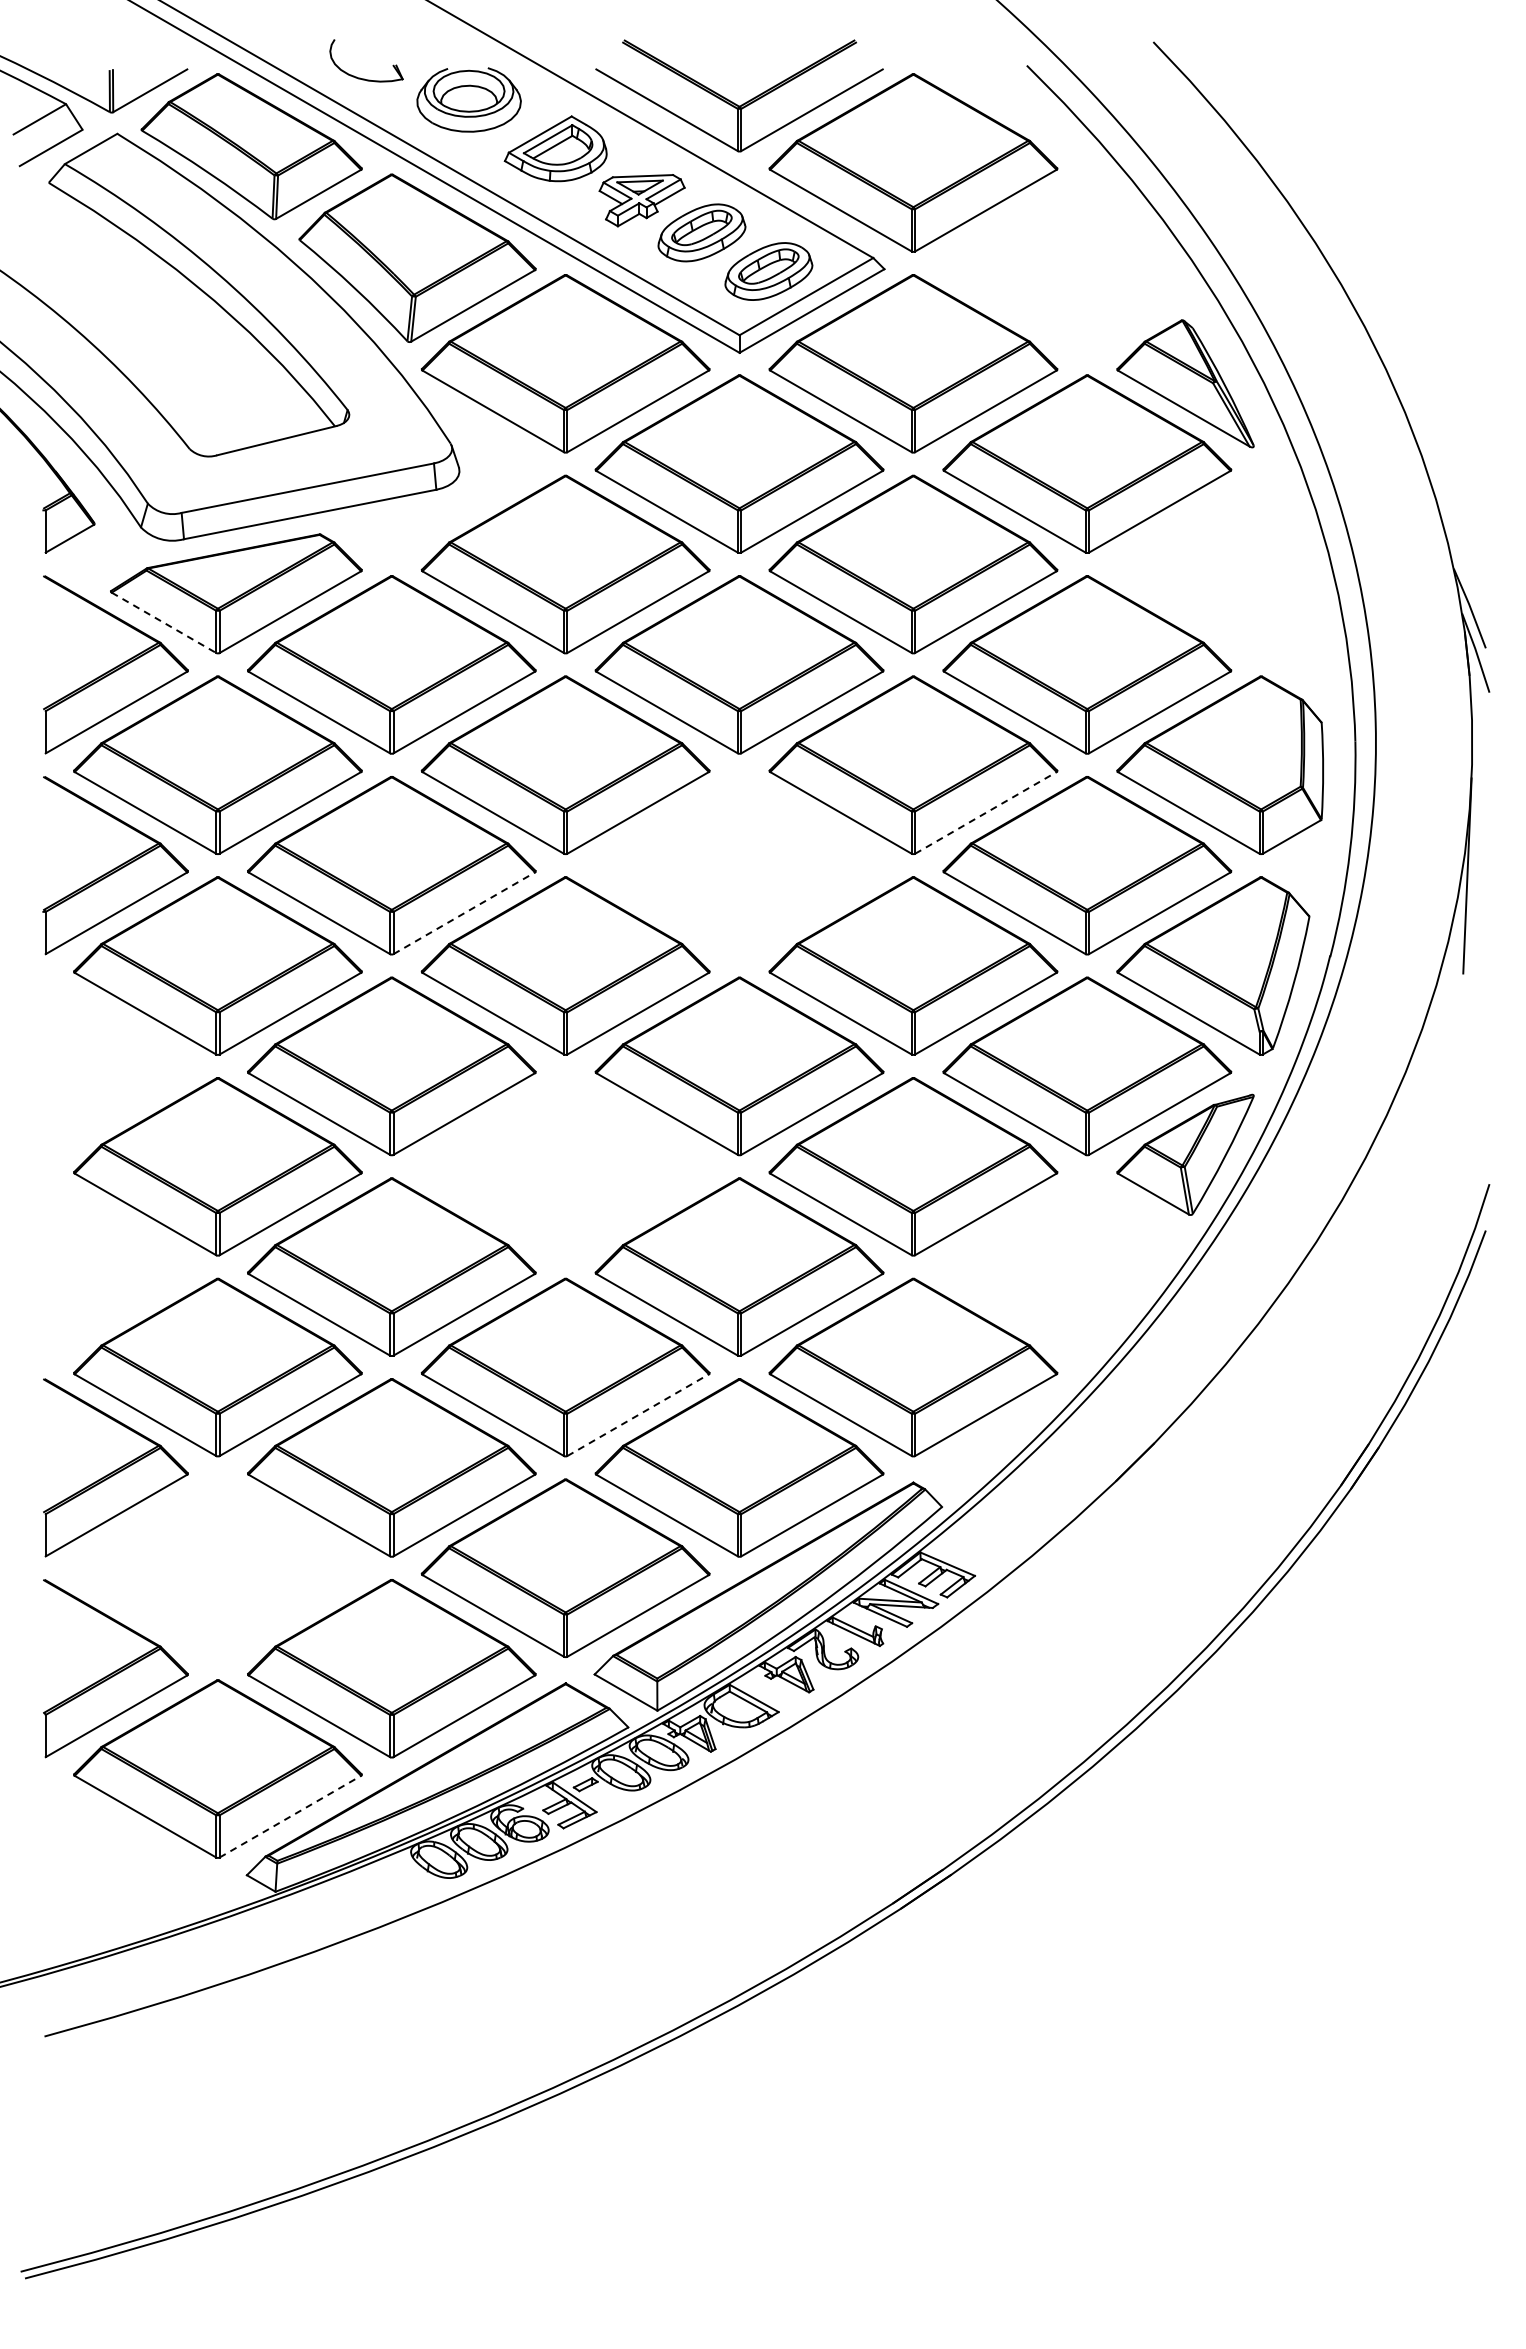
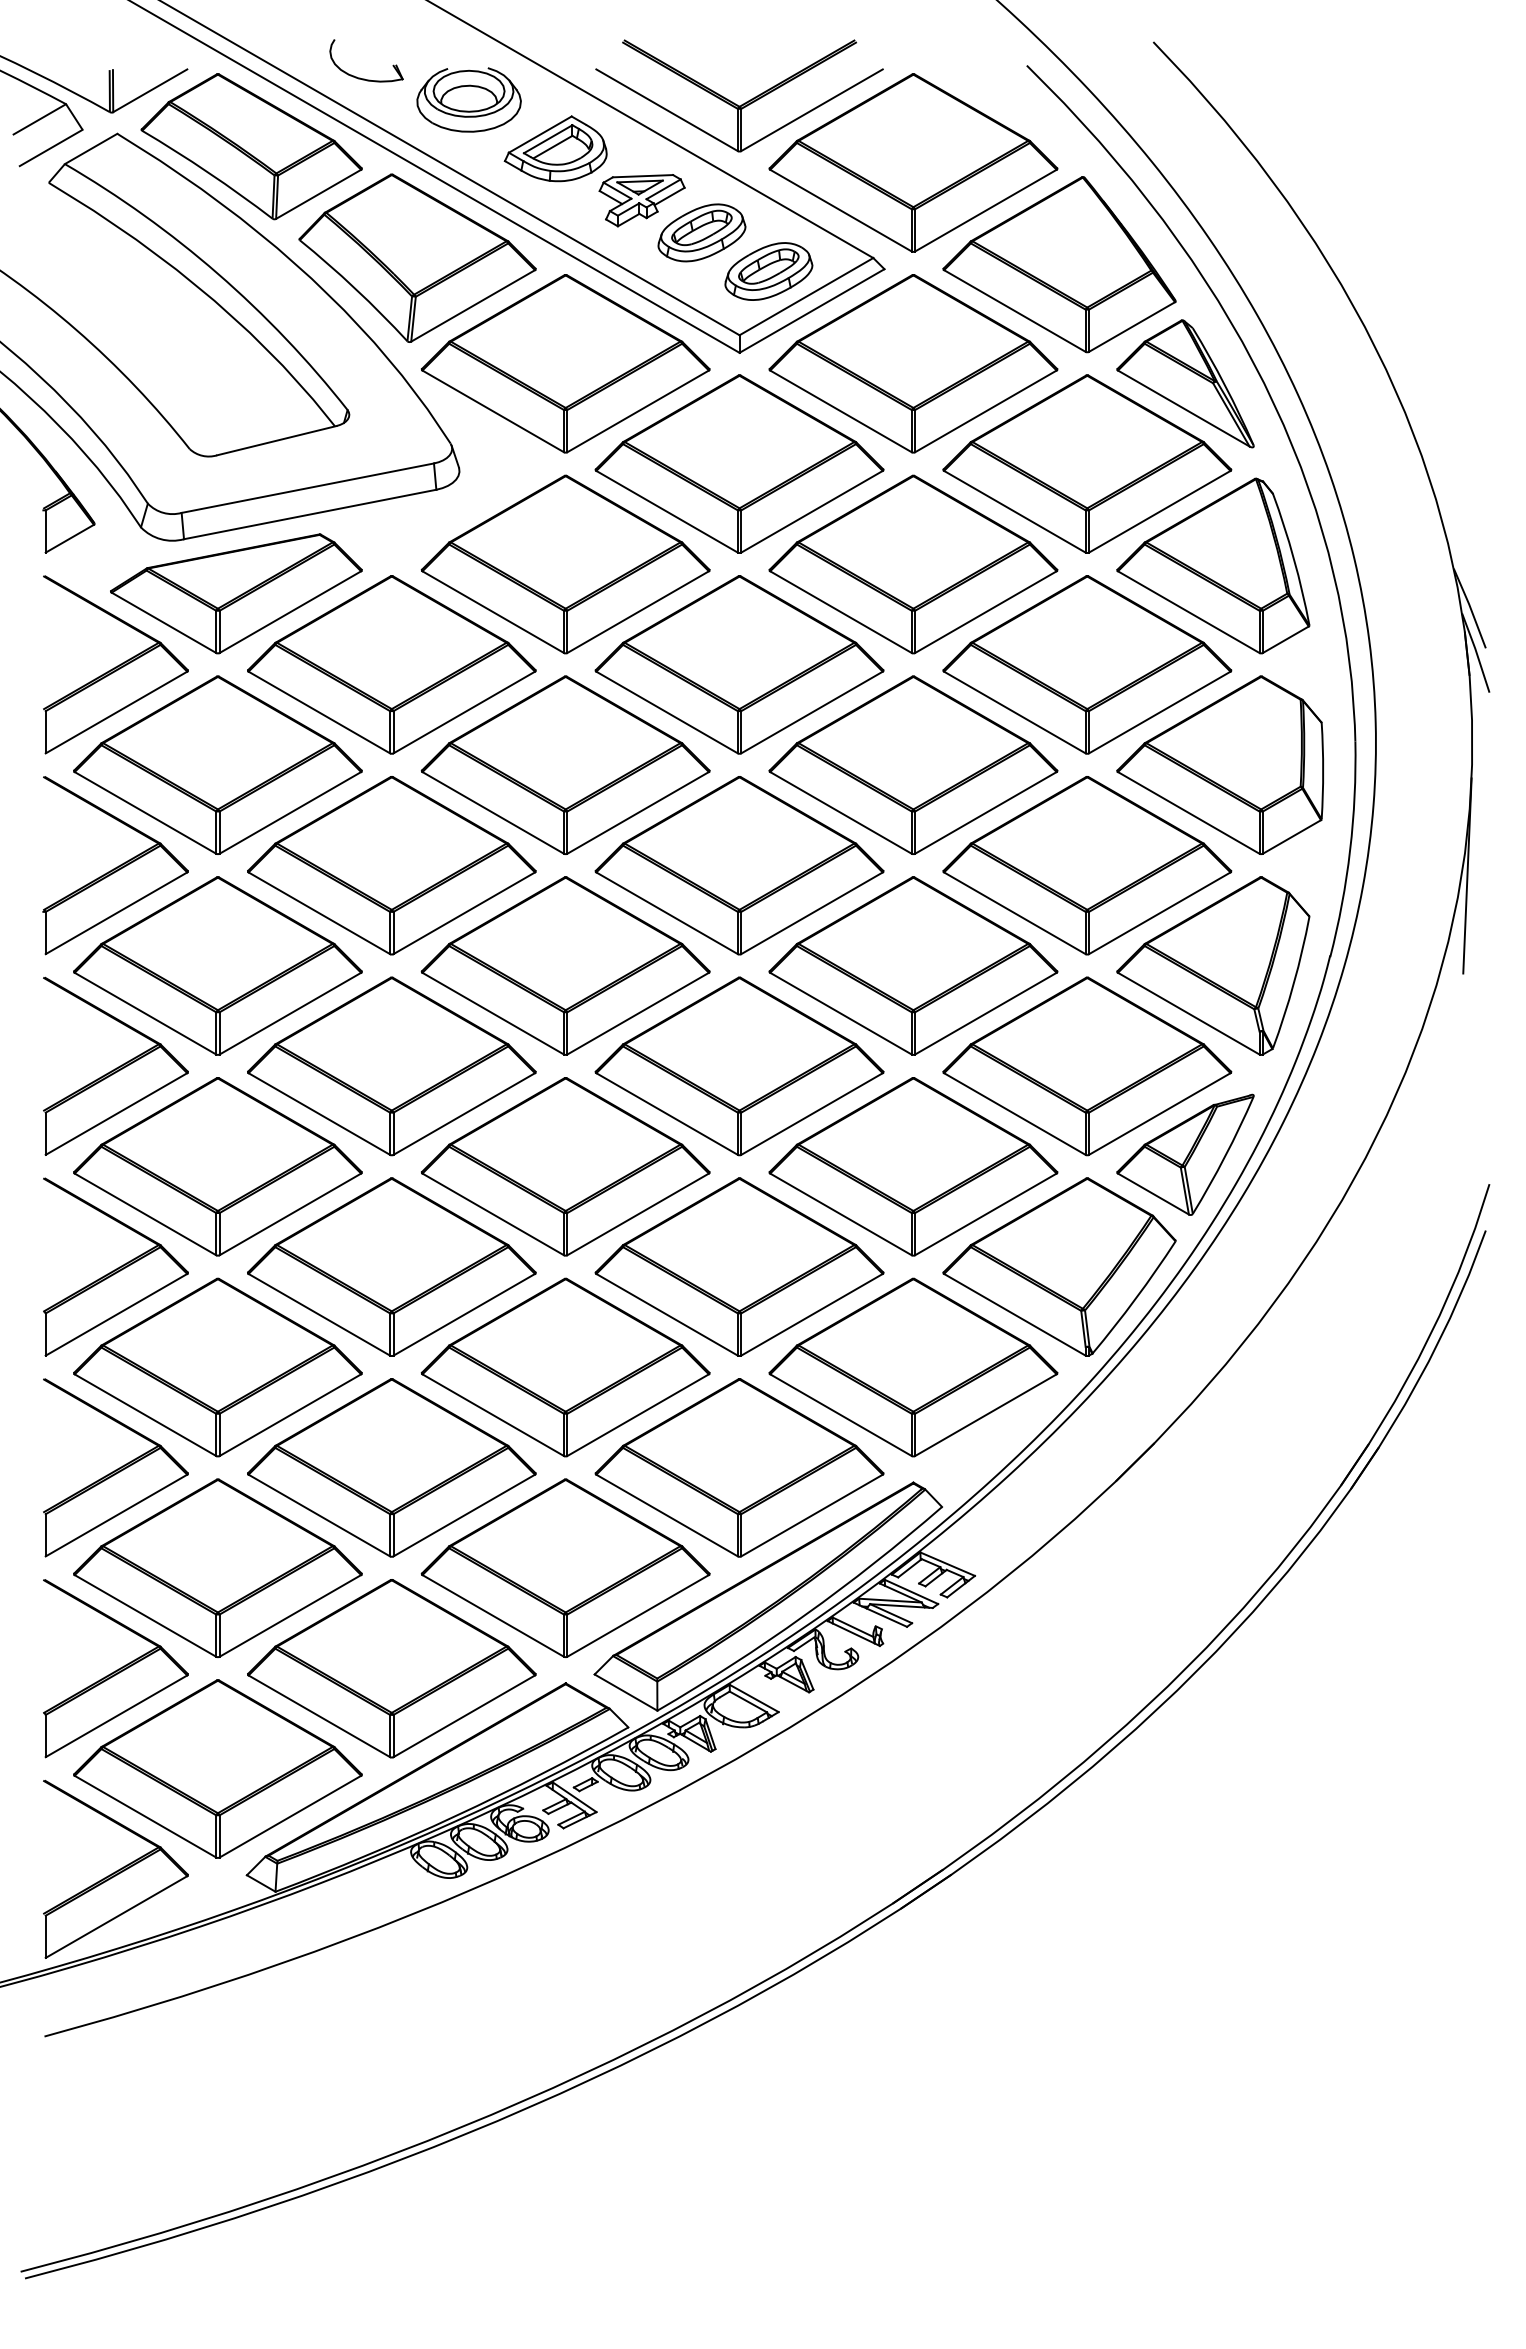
part at (1059, 264): none -> present
part at (1213, 565): none -> present
line at (164, 623): dashed -> solid
line at (985, 812): dashed -> solid
part at (739, 865): none -> present
line at (464, 913): dashed -> solid
part at (115, 1065): none -> present
part at (565, 1166): none -> present
part at (115, 1266): none -> present
part at (1059, 1266): none -> present
line at (638, 1415): dashed -> solid
part at (217, 1567): none -> present
line at (290, 1816): dashed -> solid
part at (115, 1868): none -> present
